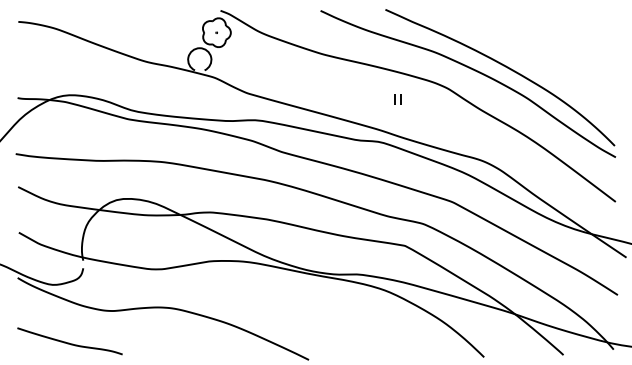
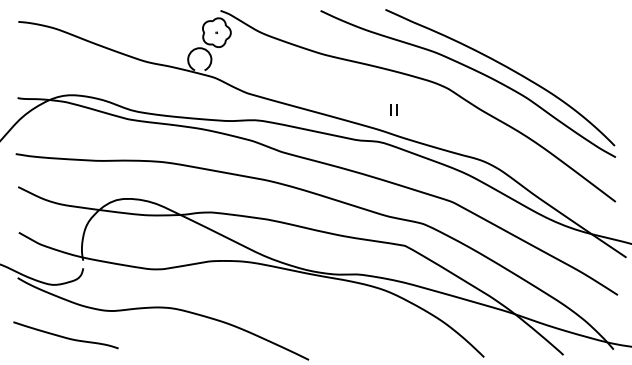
part at (397, 99) position: (397, 99) -> (393, 109)
curve at (69, 342) position: (69, 342) -> (65, 336)
